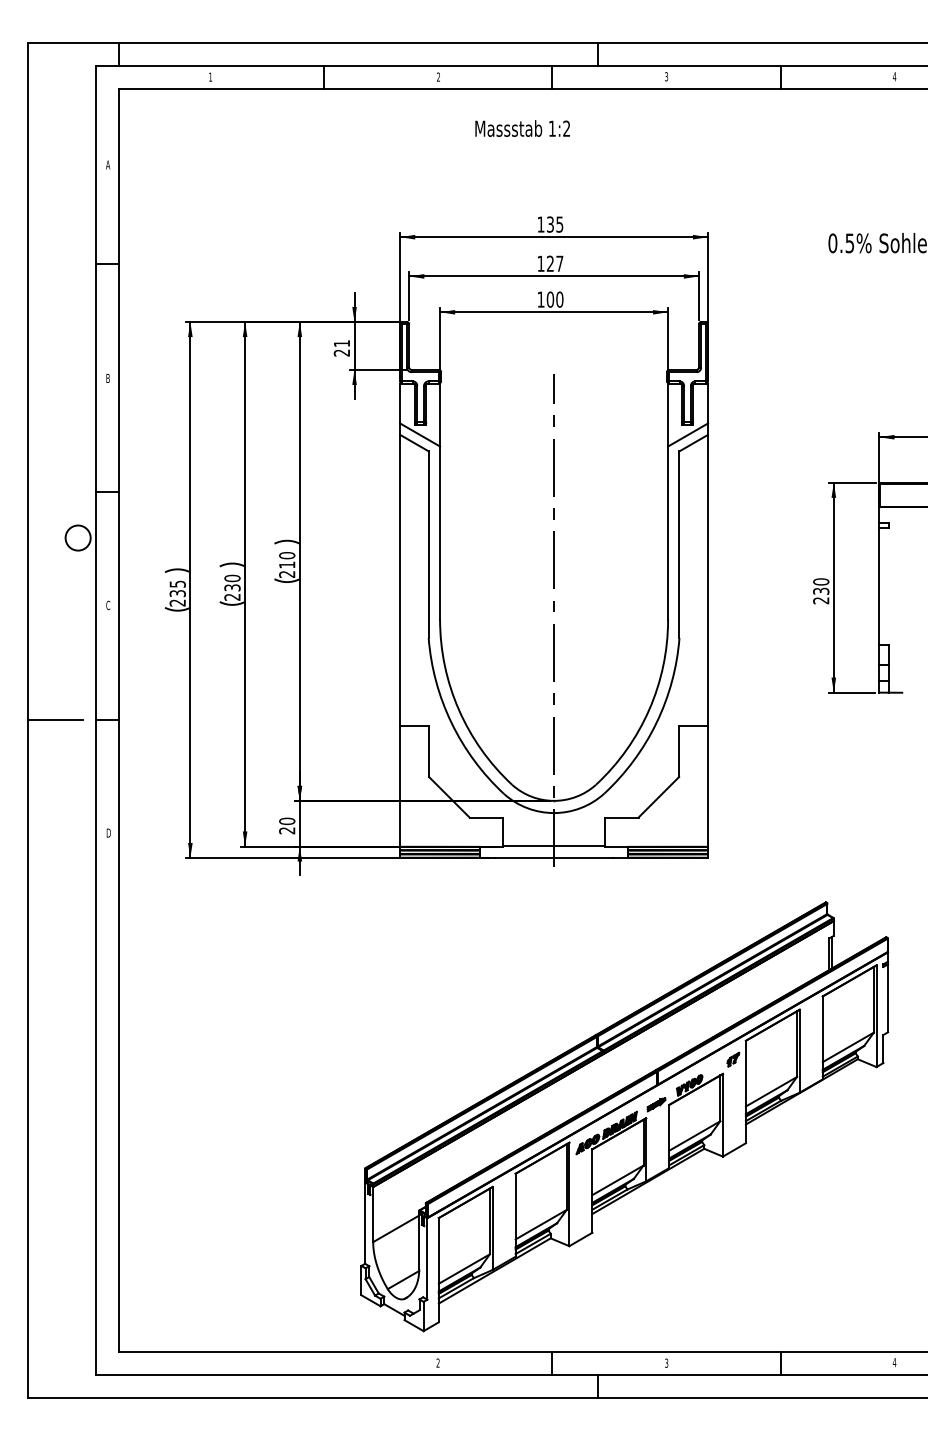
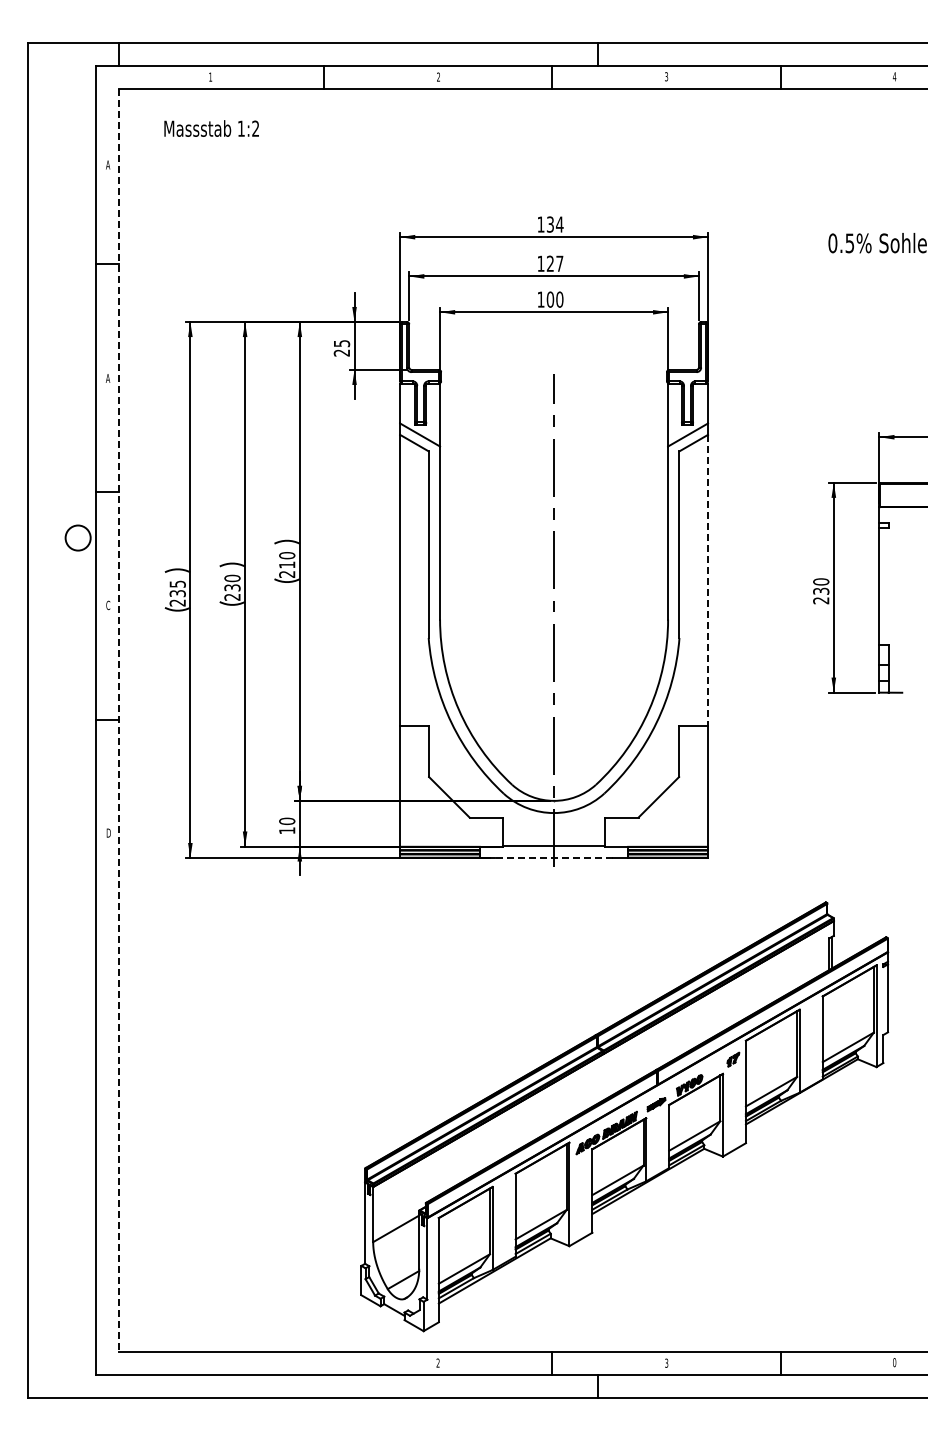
text at (522, 128) position: (522, 128) -> (211, 128)
text at (559, 224): 135 -> 134
text at (342, 343): 21 -> 25
text at (107, 378): B -> A
line at (708, 580): solid -> dashed
line at (54, 720): present -> none
line at (119, 720): solid -> dashed
text at (286, 830): 20 -> 10
line at (553, 858): solid -> dashed
text at (894, 1362): 4 -> 0
